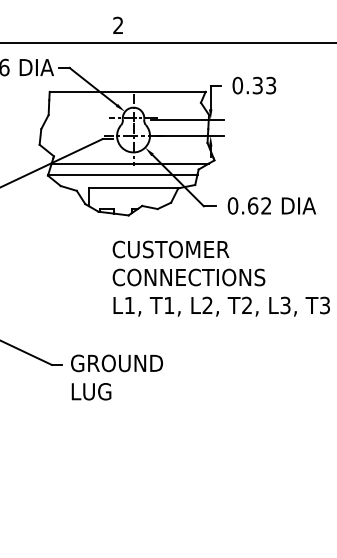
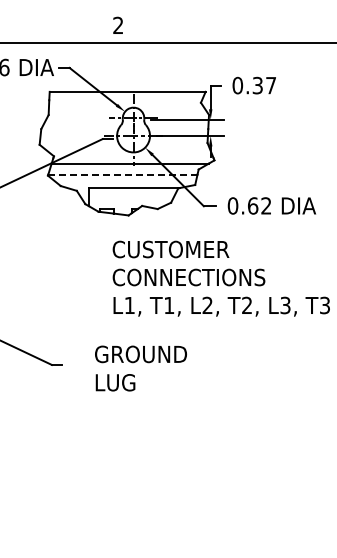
text at (271, 85): 0.33 -> 0.37
line at (122, 174): solid -> dashed
text at (116, 377) position: (116, 377) -> (140, 368)
